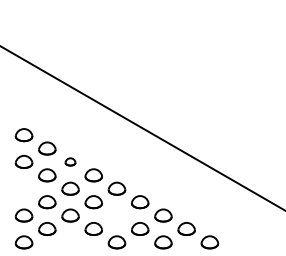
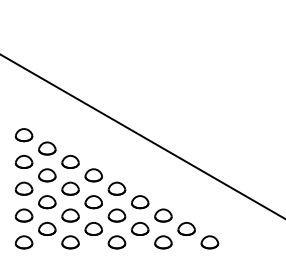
line at (142, 127) position: (142, 127) -> (142, 136)
part at (70, 161) size: 13x10 px -> 19x14 px
part at (23, 188): none -> present
part at (116, 215): none -> present
part at (70, 242): none -> present
